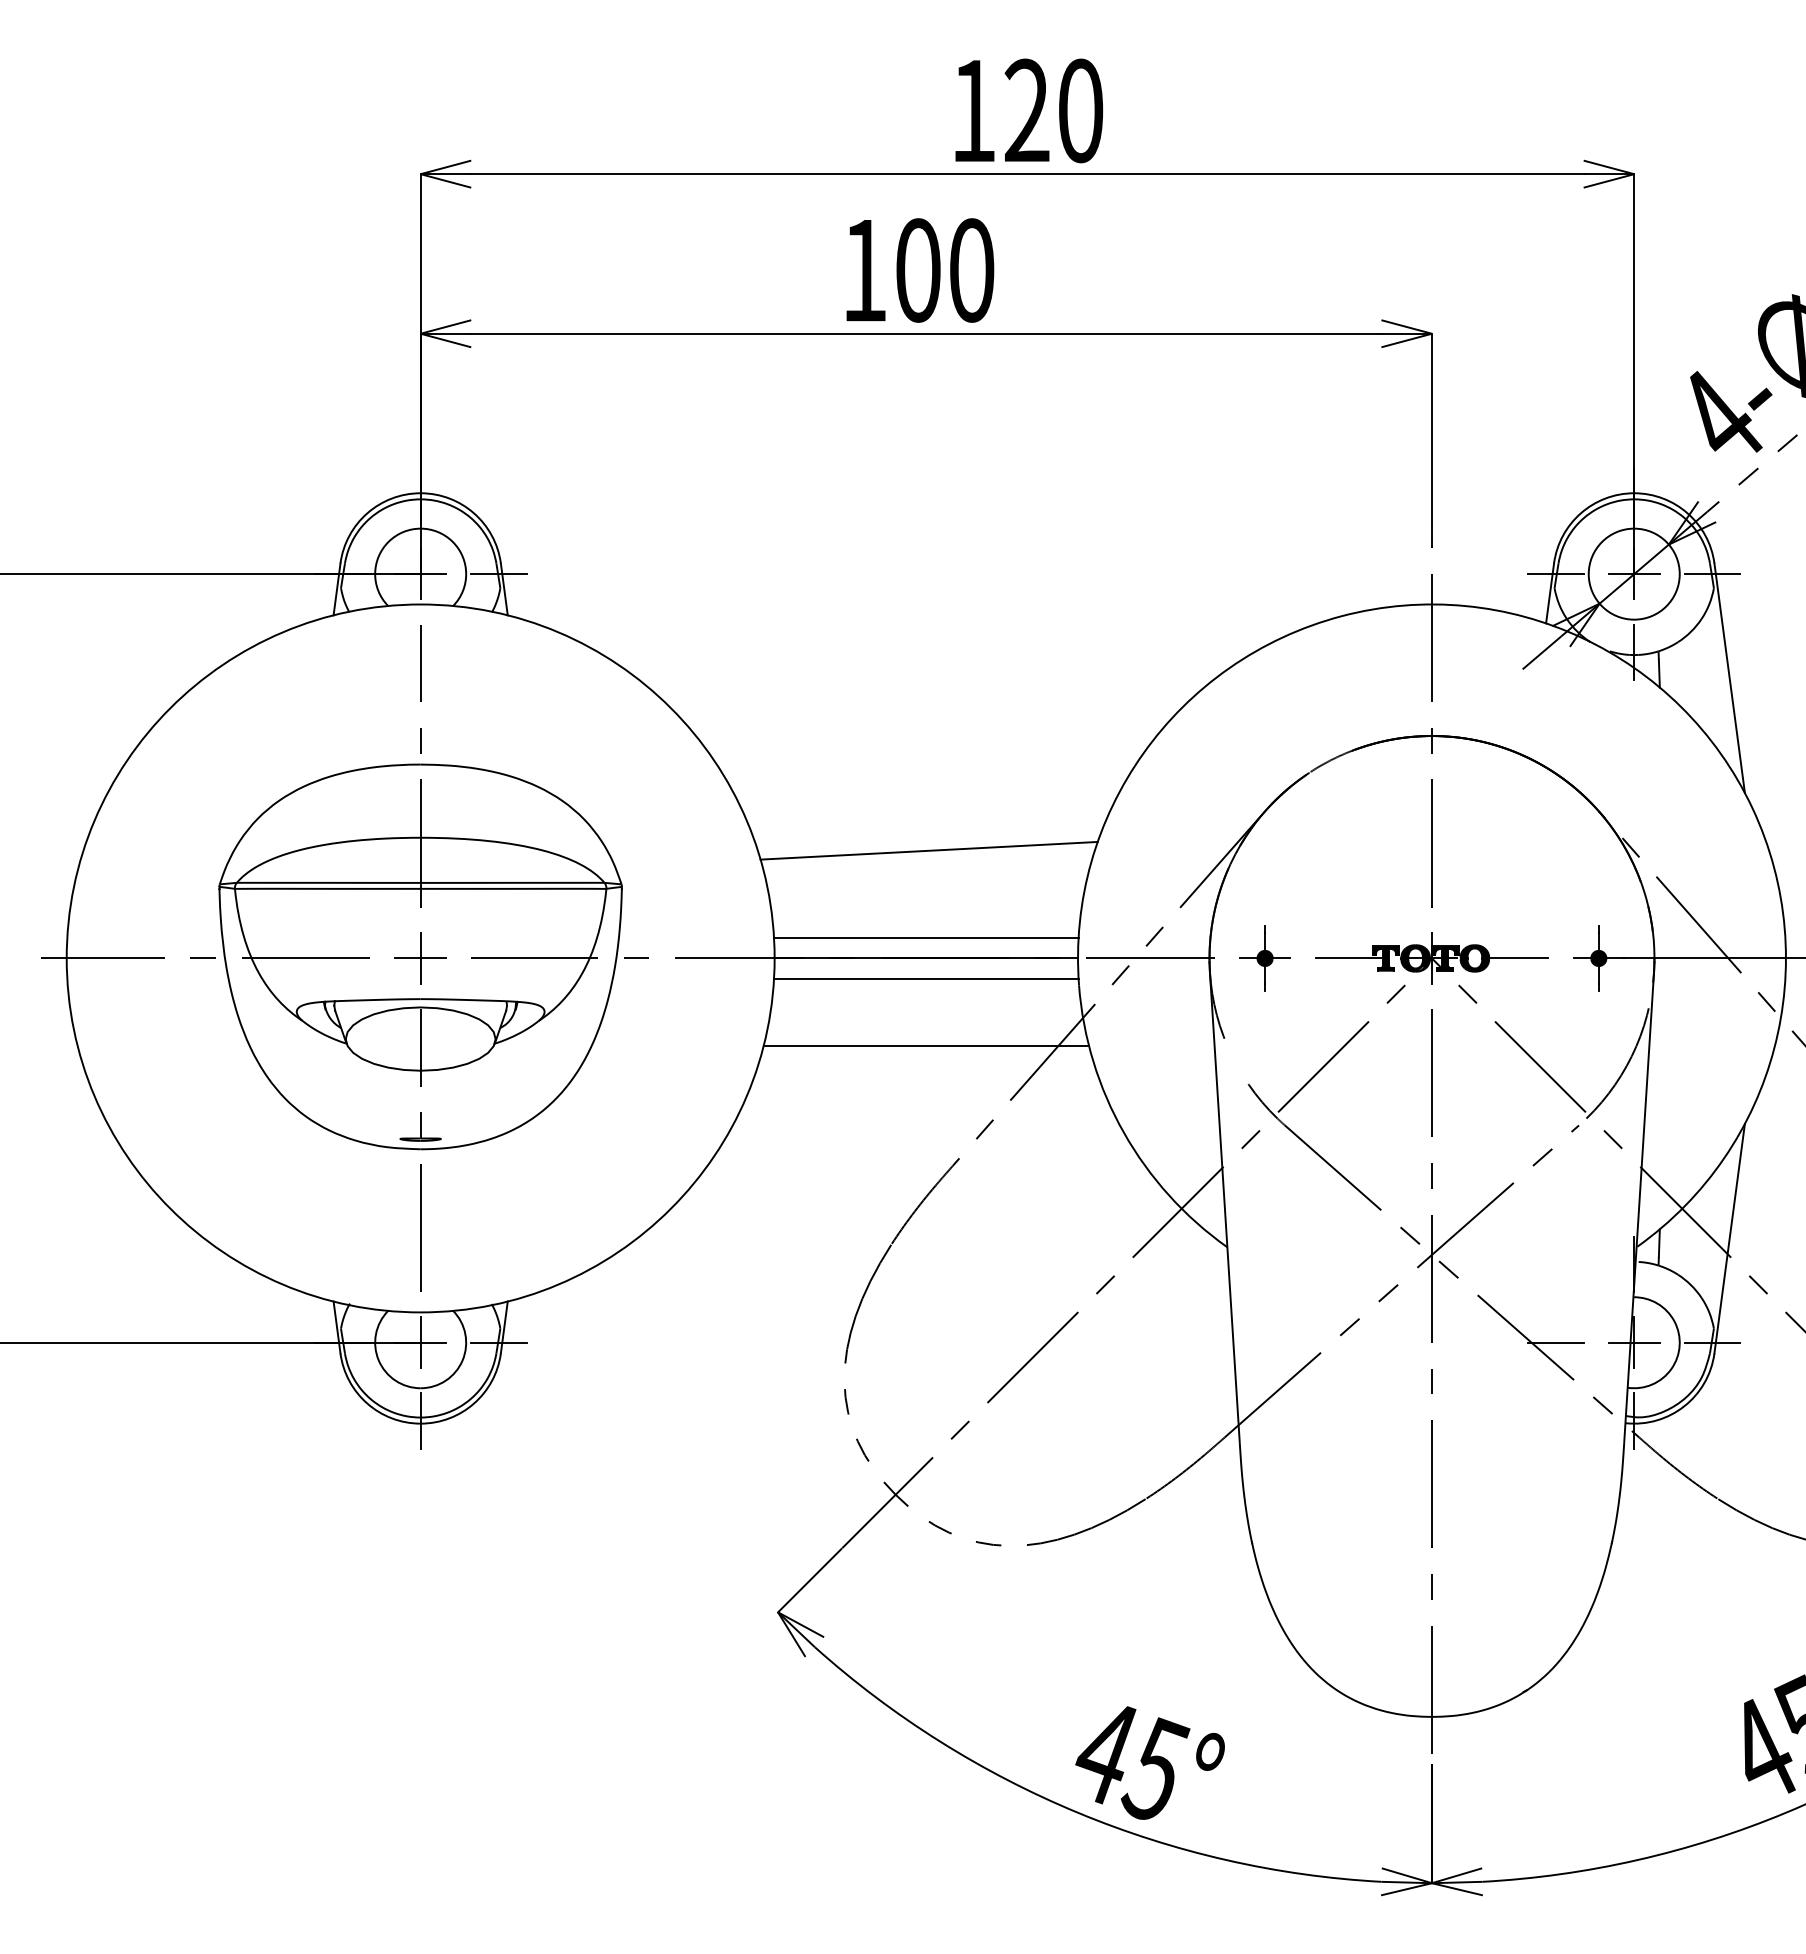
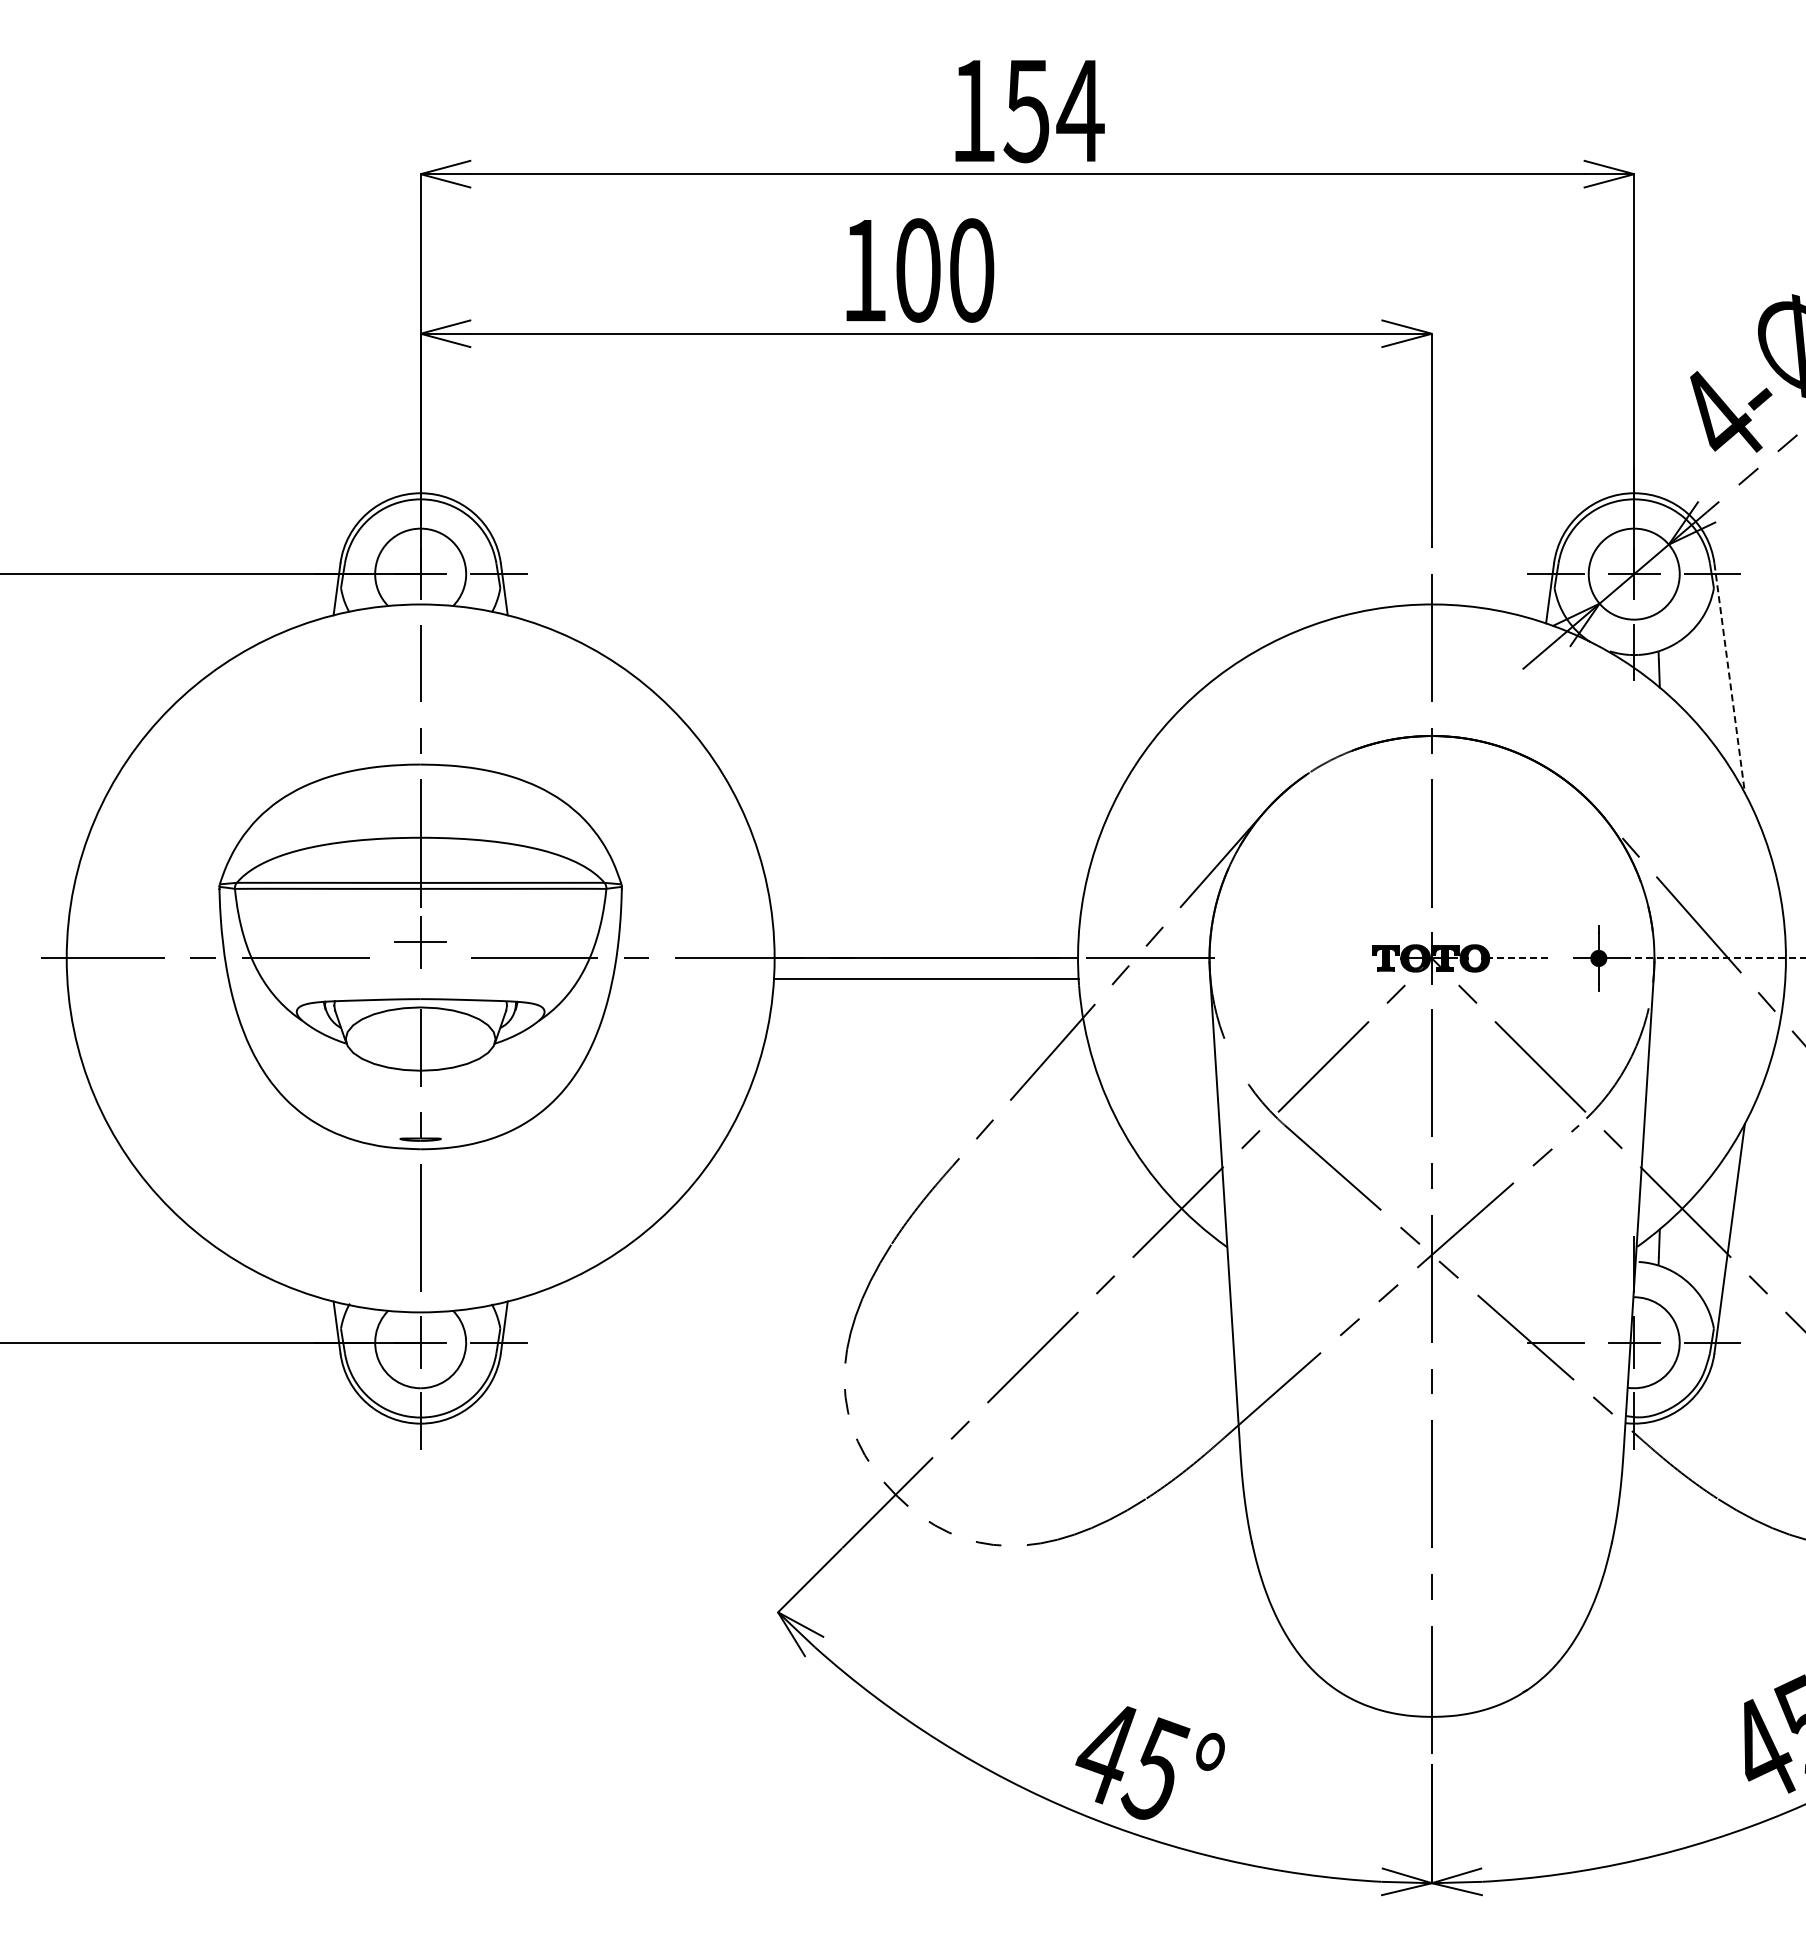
text at (1053, 110): 120 -> 154
line at (1729, 678): solid -> dashed
line at (928, 850): present -> none
line at (926, 938): present -> none
part at (420, 958) position: (420, 958) -> (420, 942)
part at (1264, 958): present -> none
line at (1348, 958): present -> none
line at (1515, 958): solid -> dashed
line at (1715, 958): solid -> dashed
line at (925, 1045): present -> none
